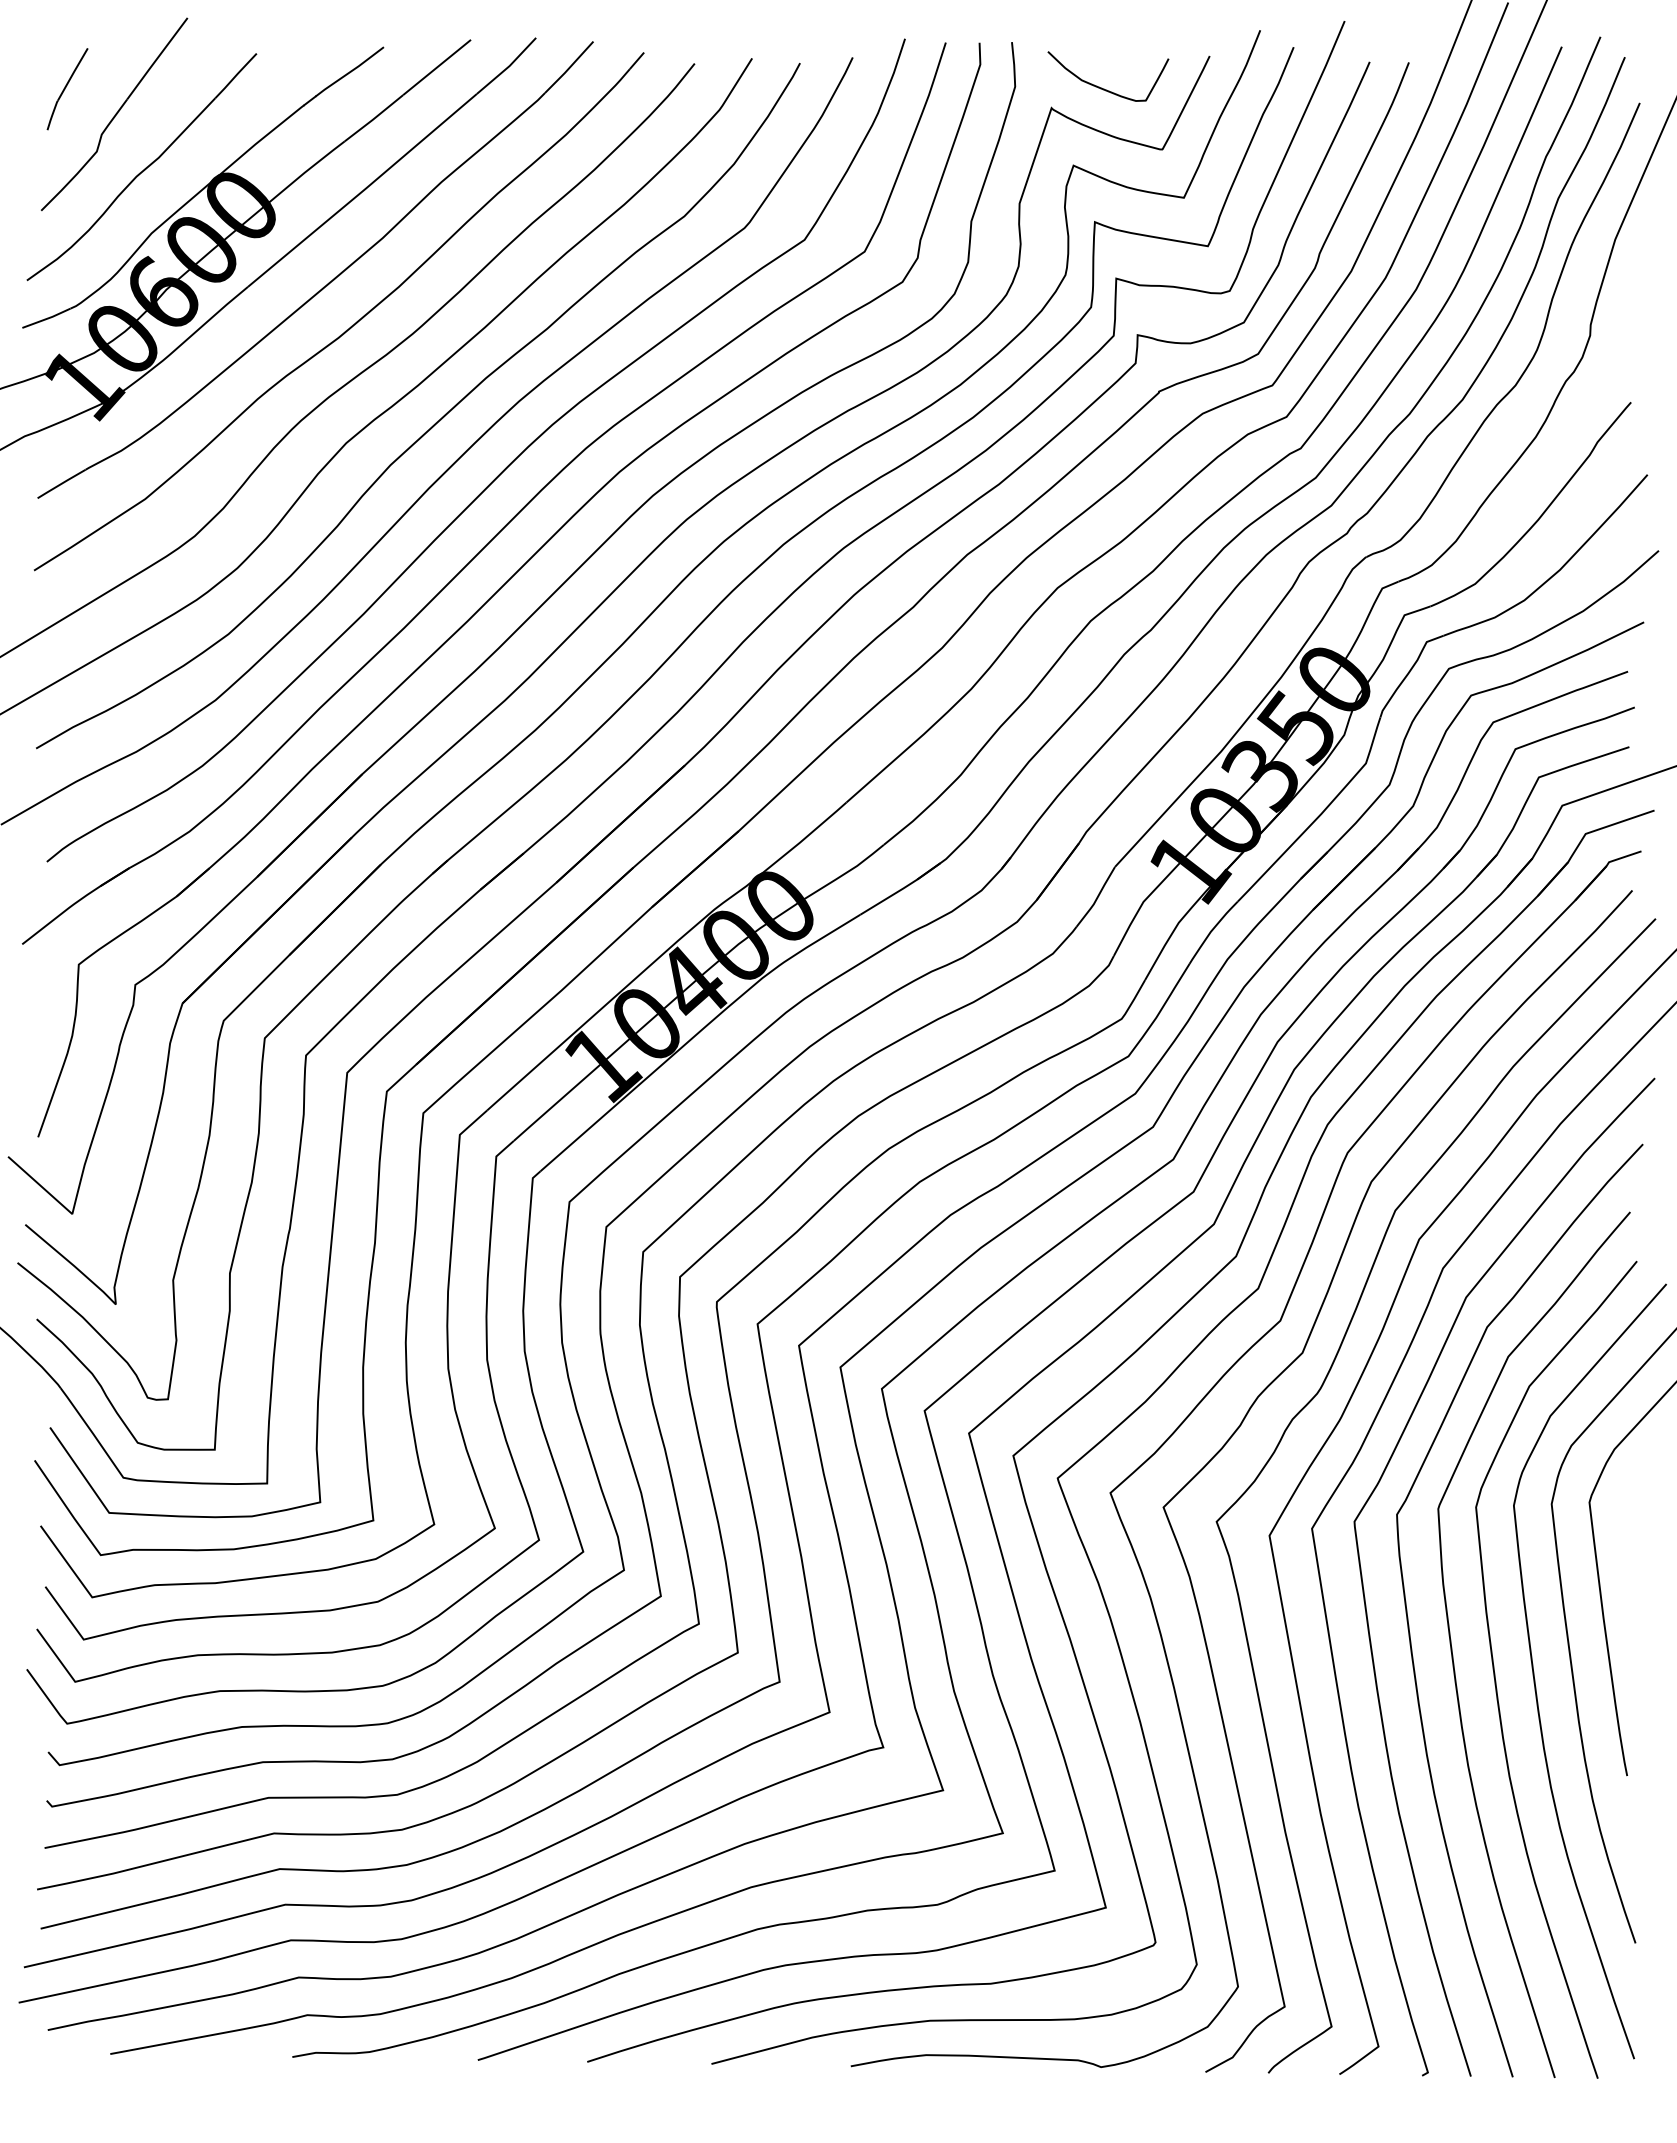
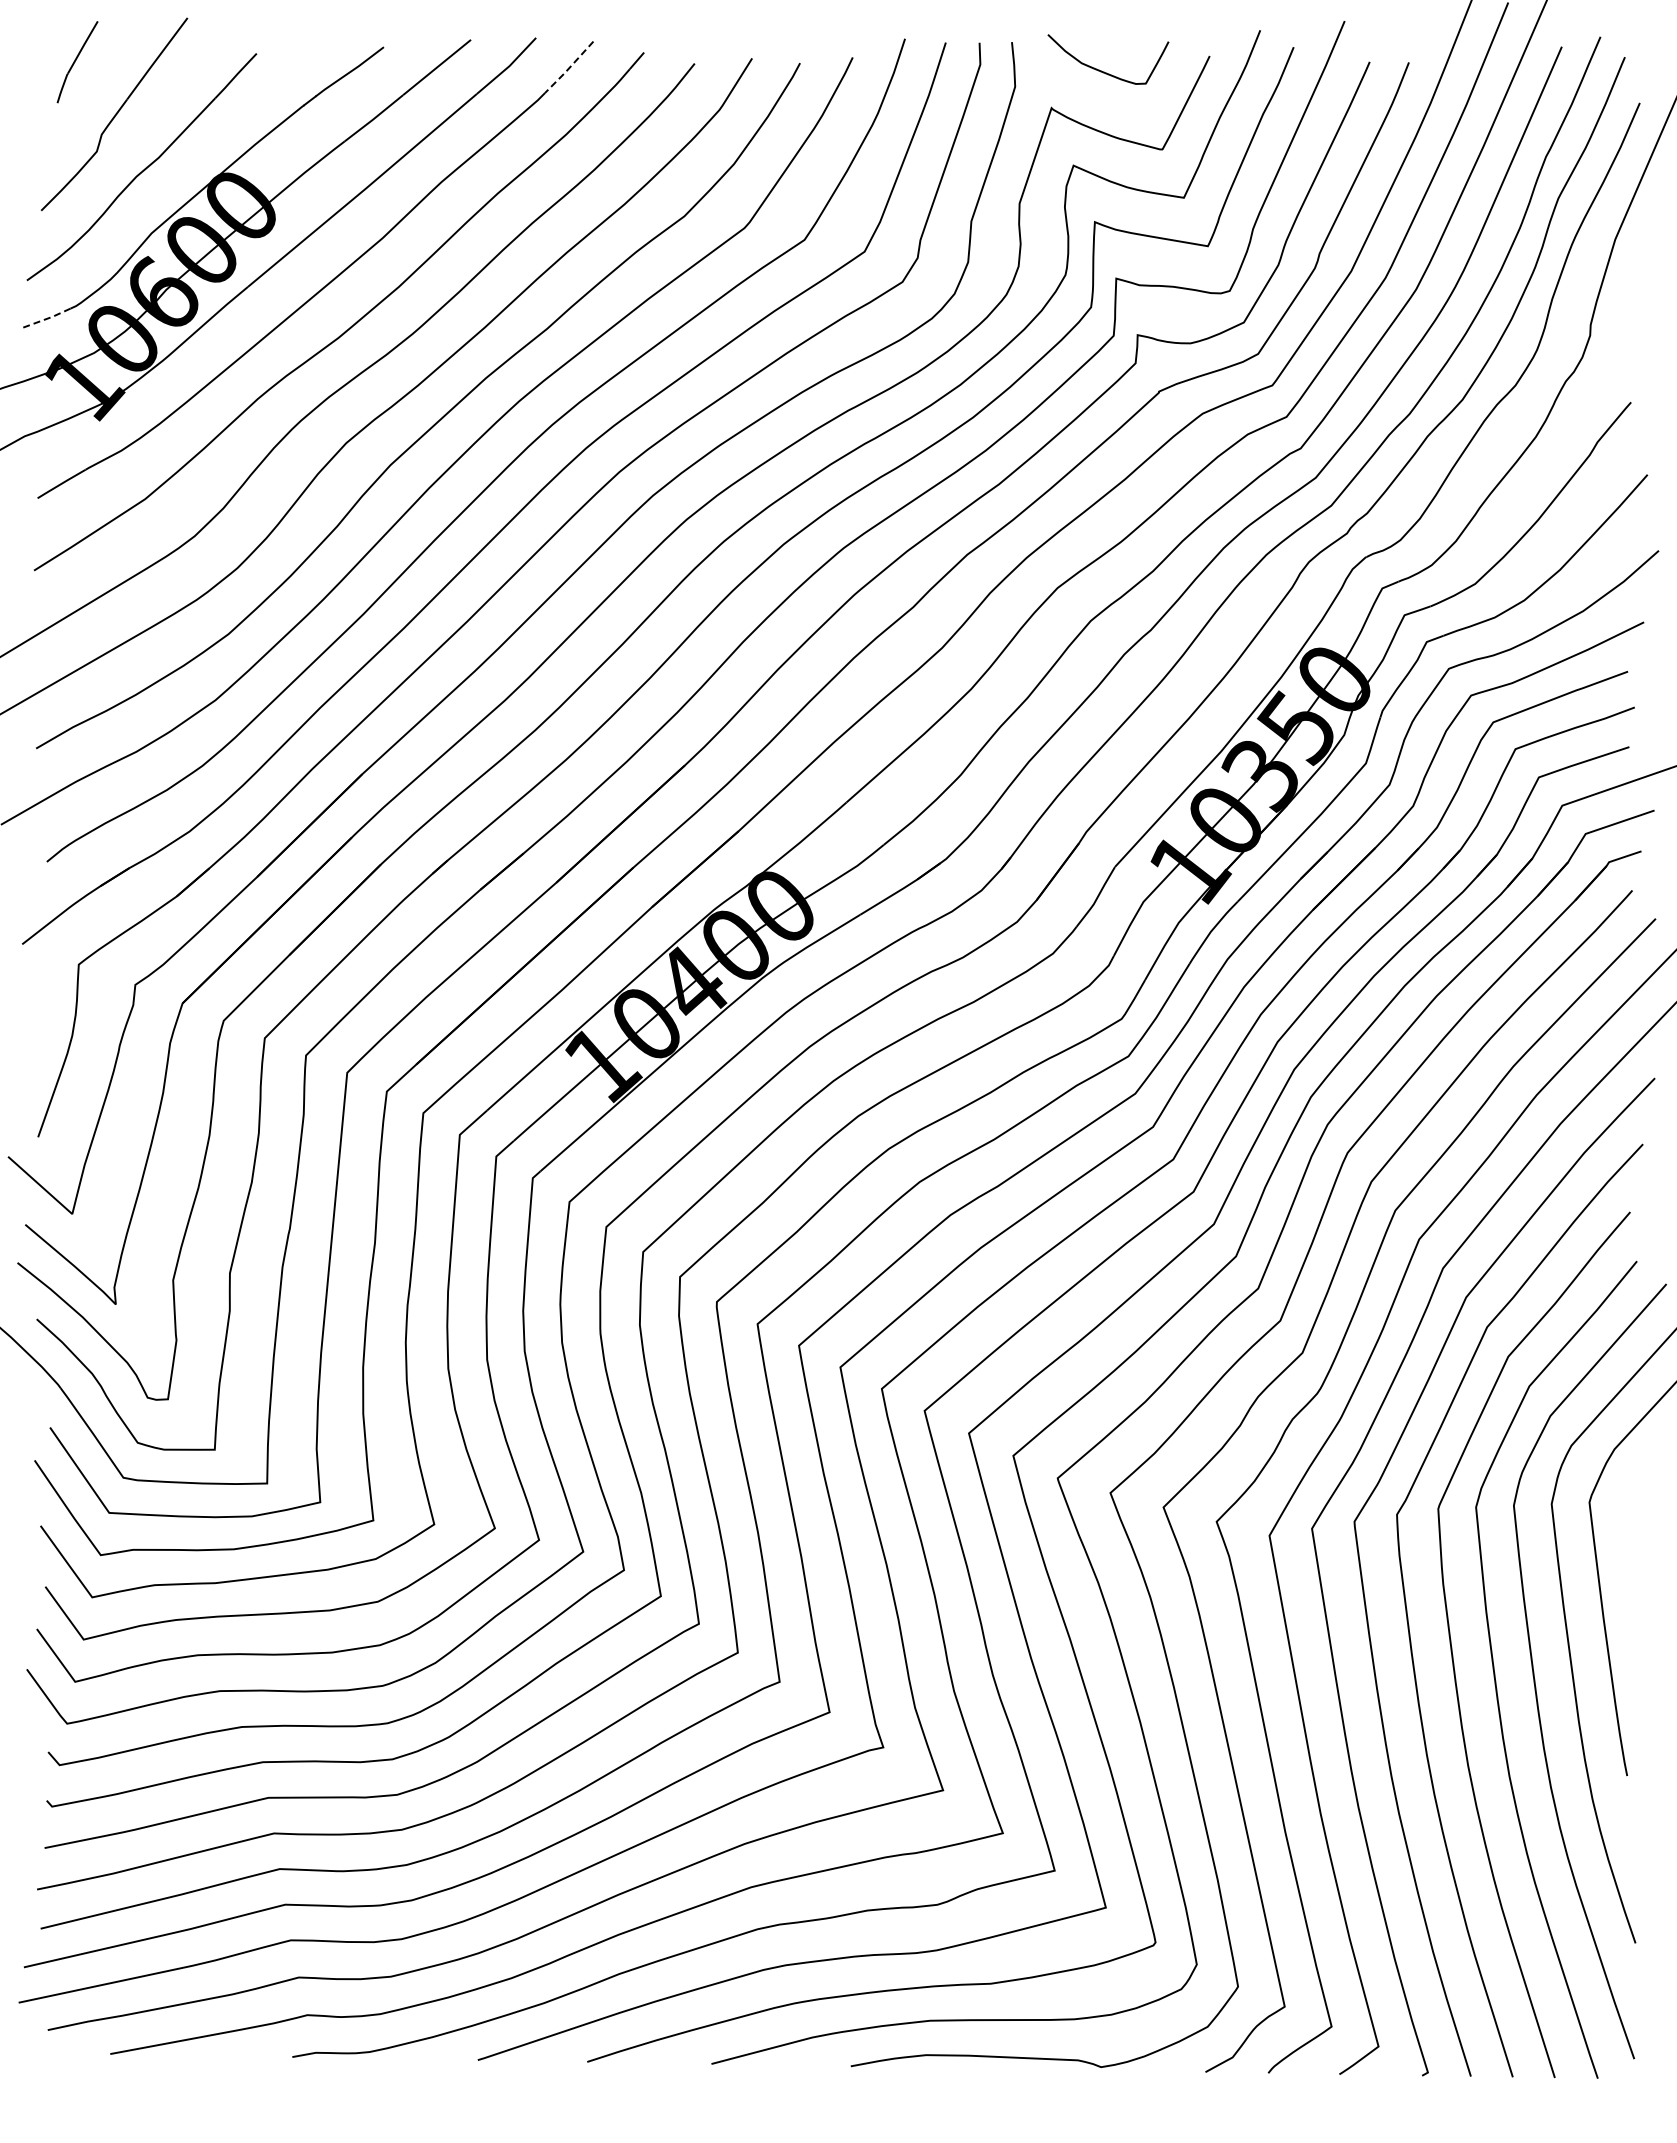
line at (568, 68): solid -> dashed
curve at (1104, 88) position: (1104, 88) -> (1104, 71)
part at (67, 89) position: (67, 89) -> (77, 62)
line at (47, 318): solid -> dashed
